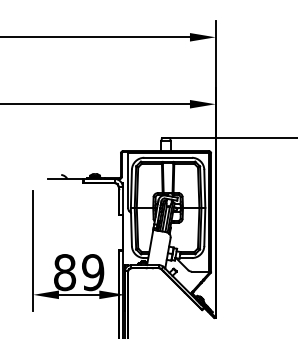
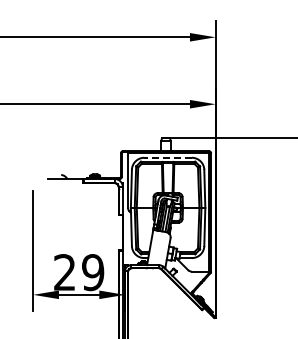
line at (168, 157): solid -> dashed
text at (65, 272): 89 -> 29
